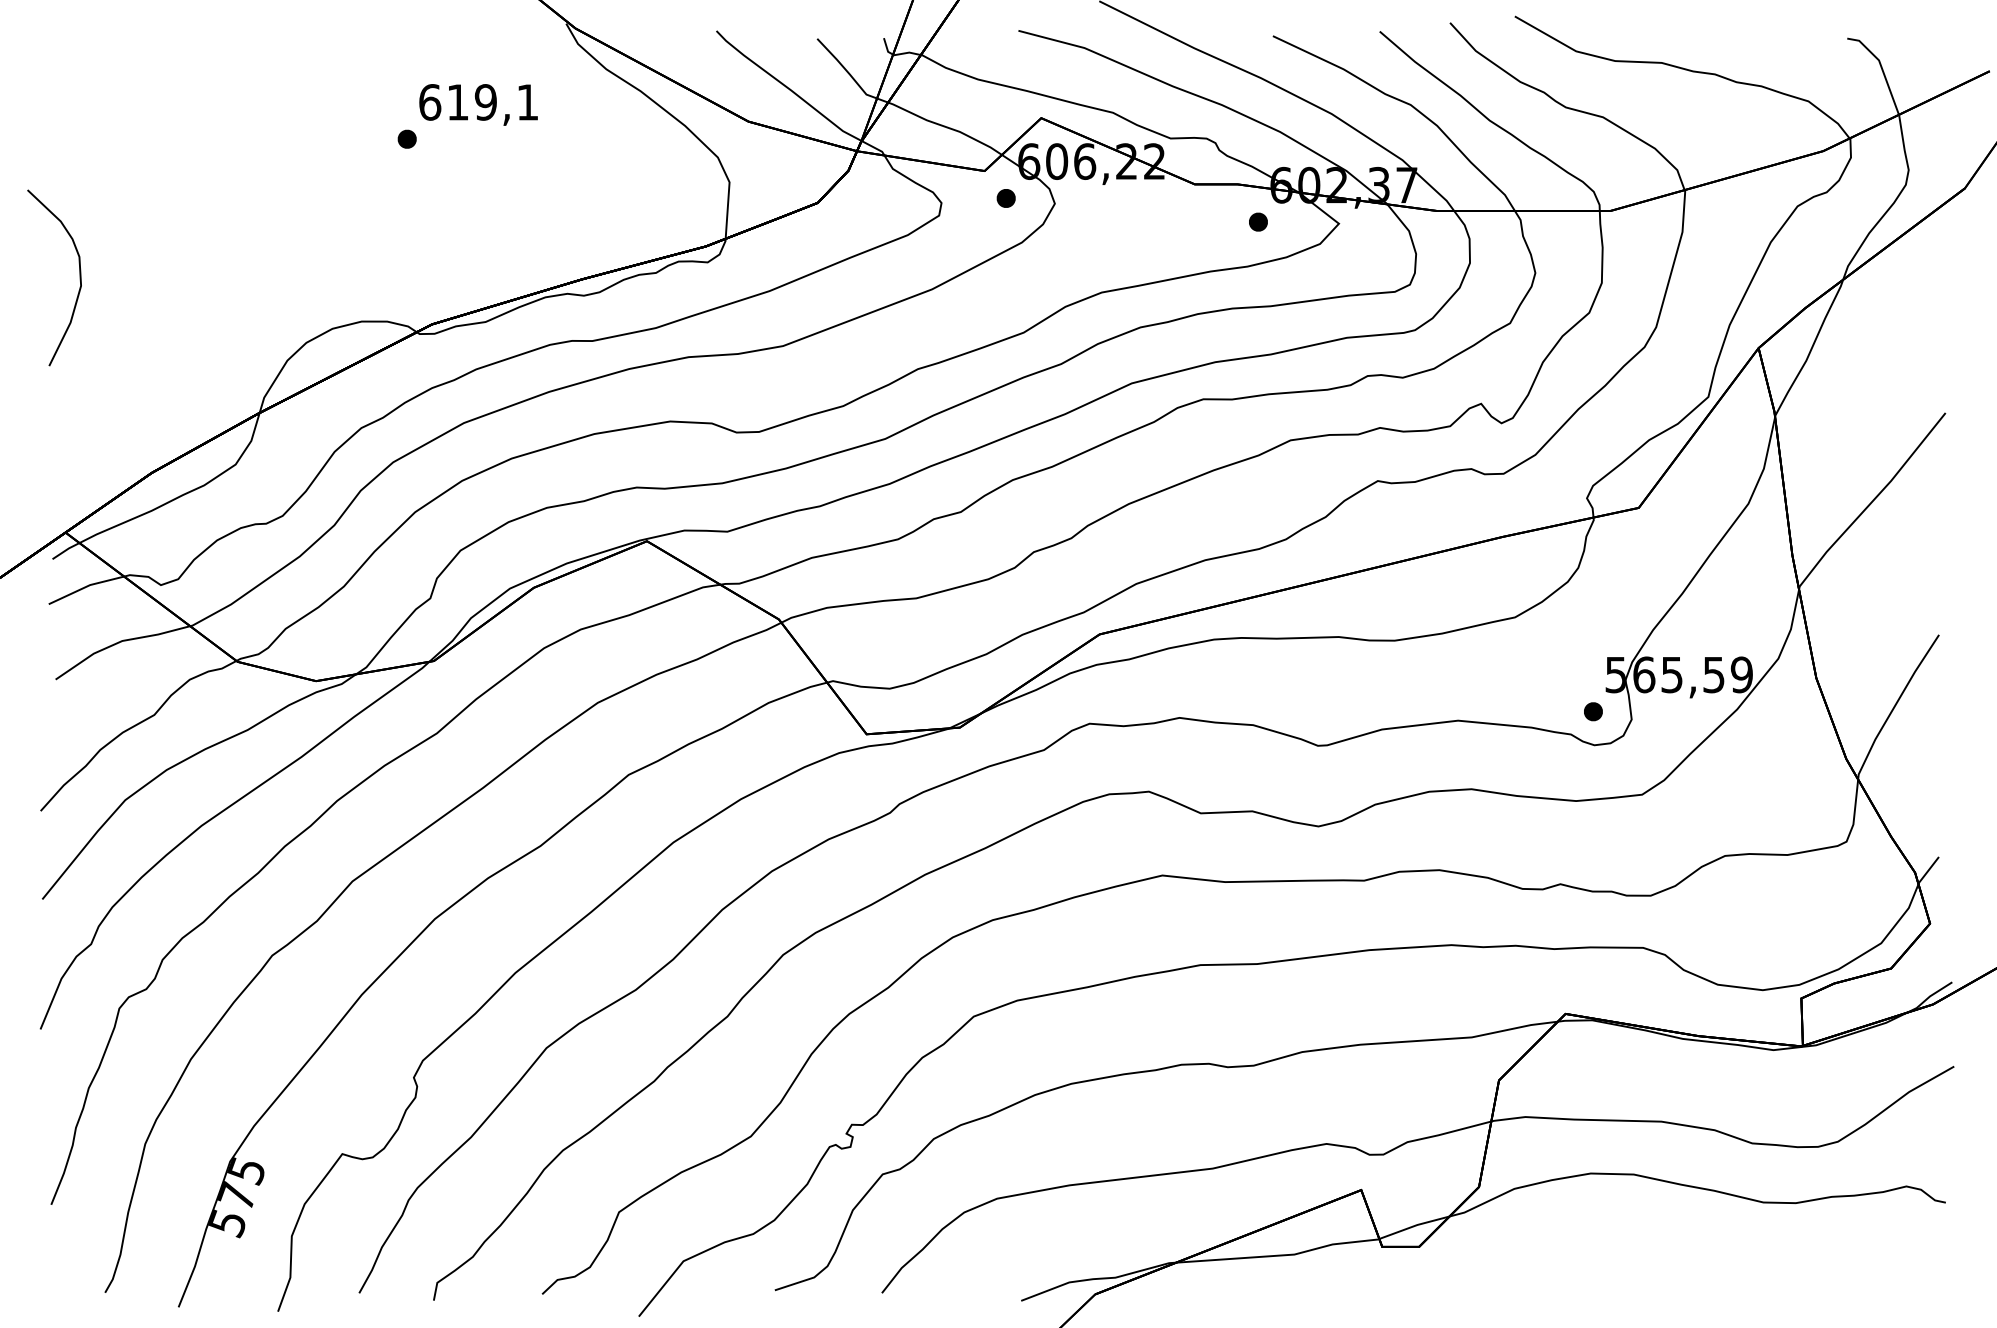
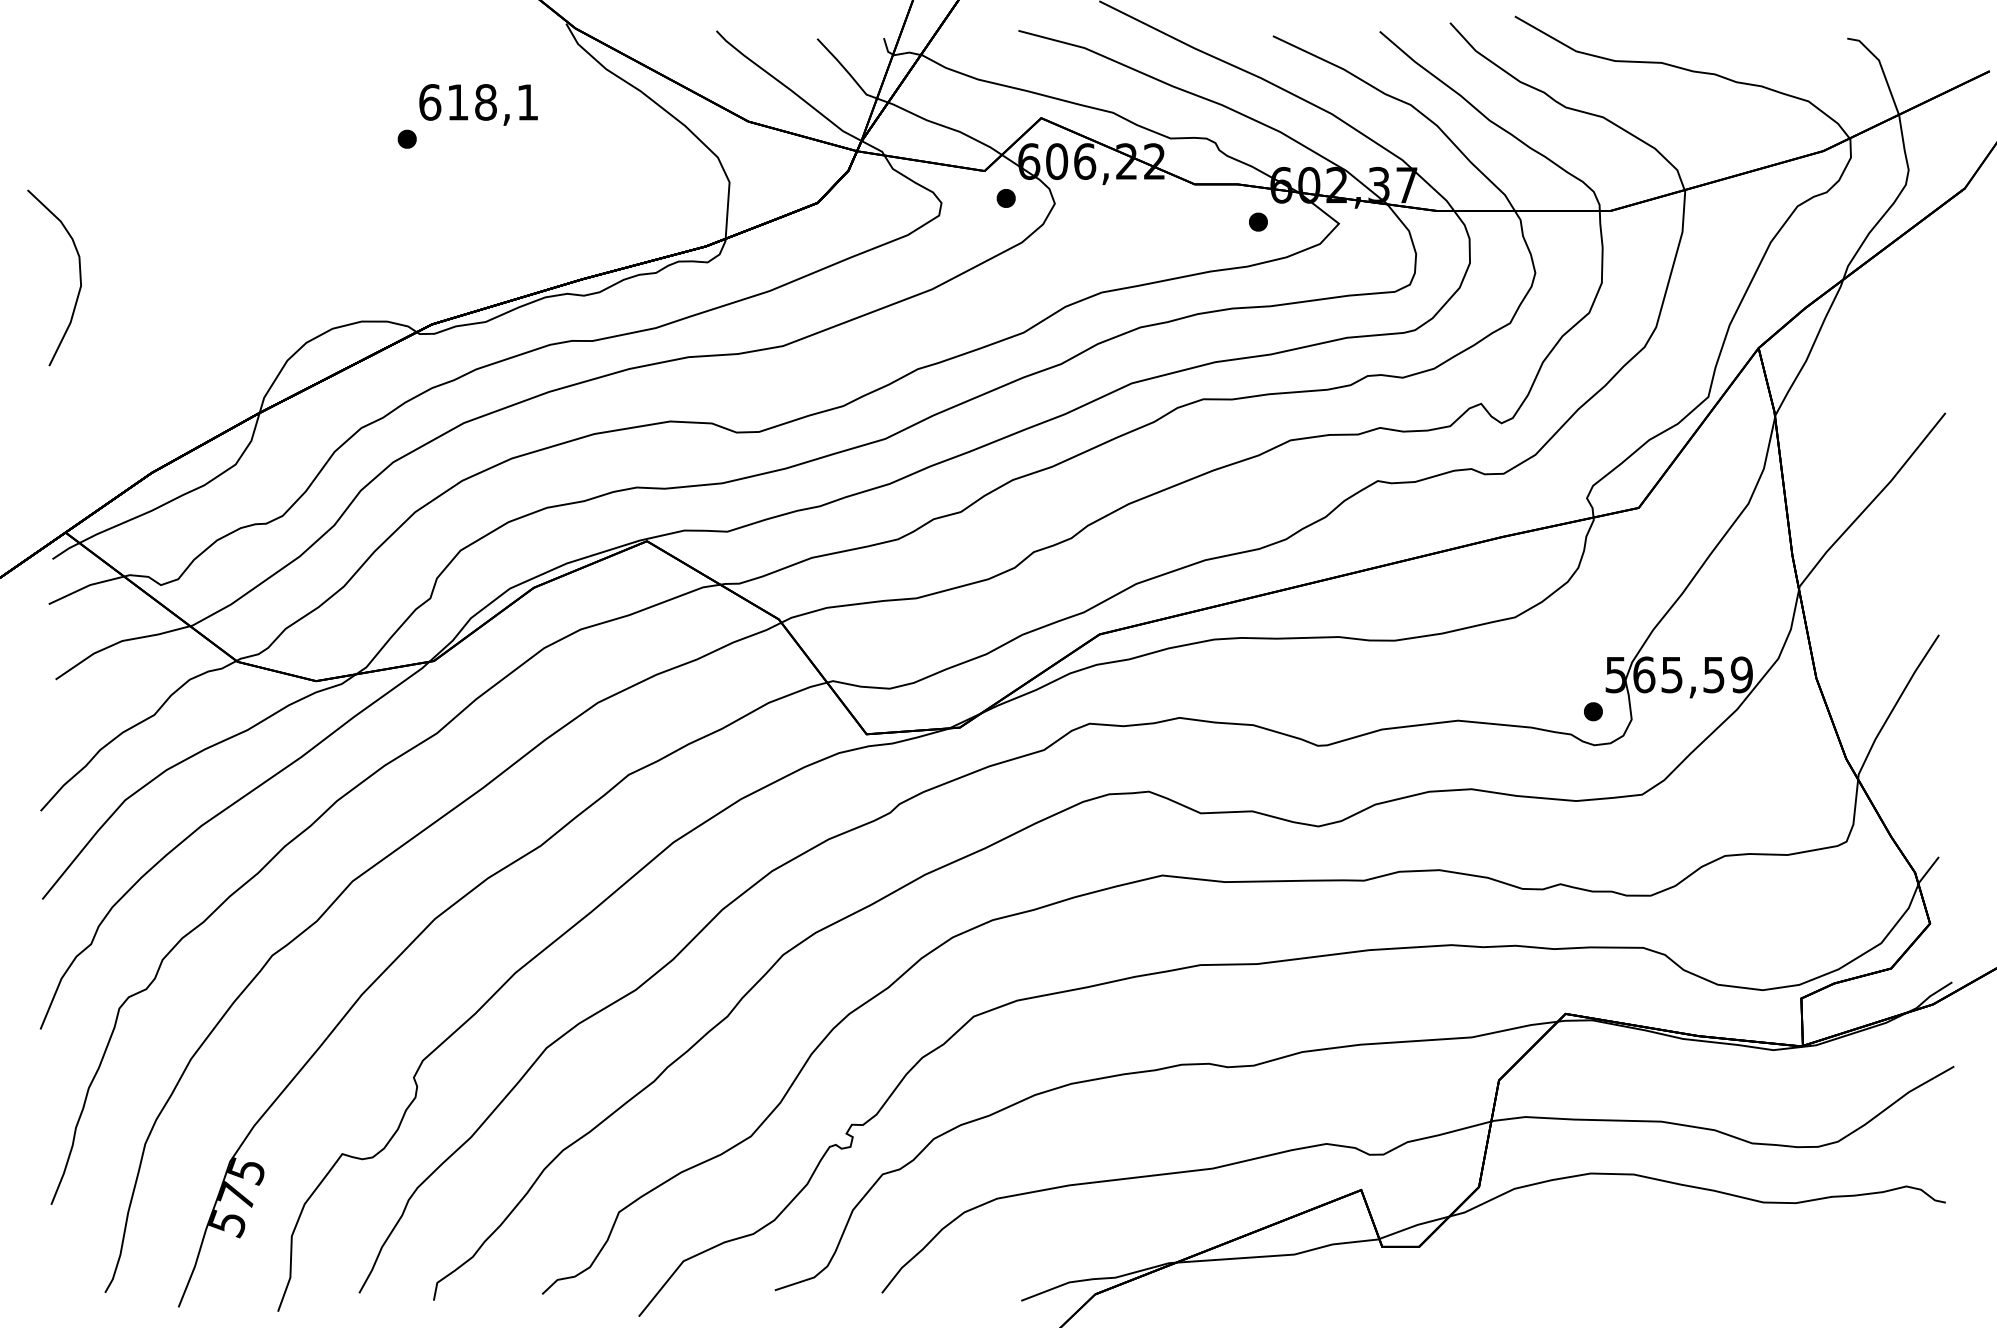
text at (485, 102): 619,1 -> 618,1
